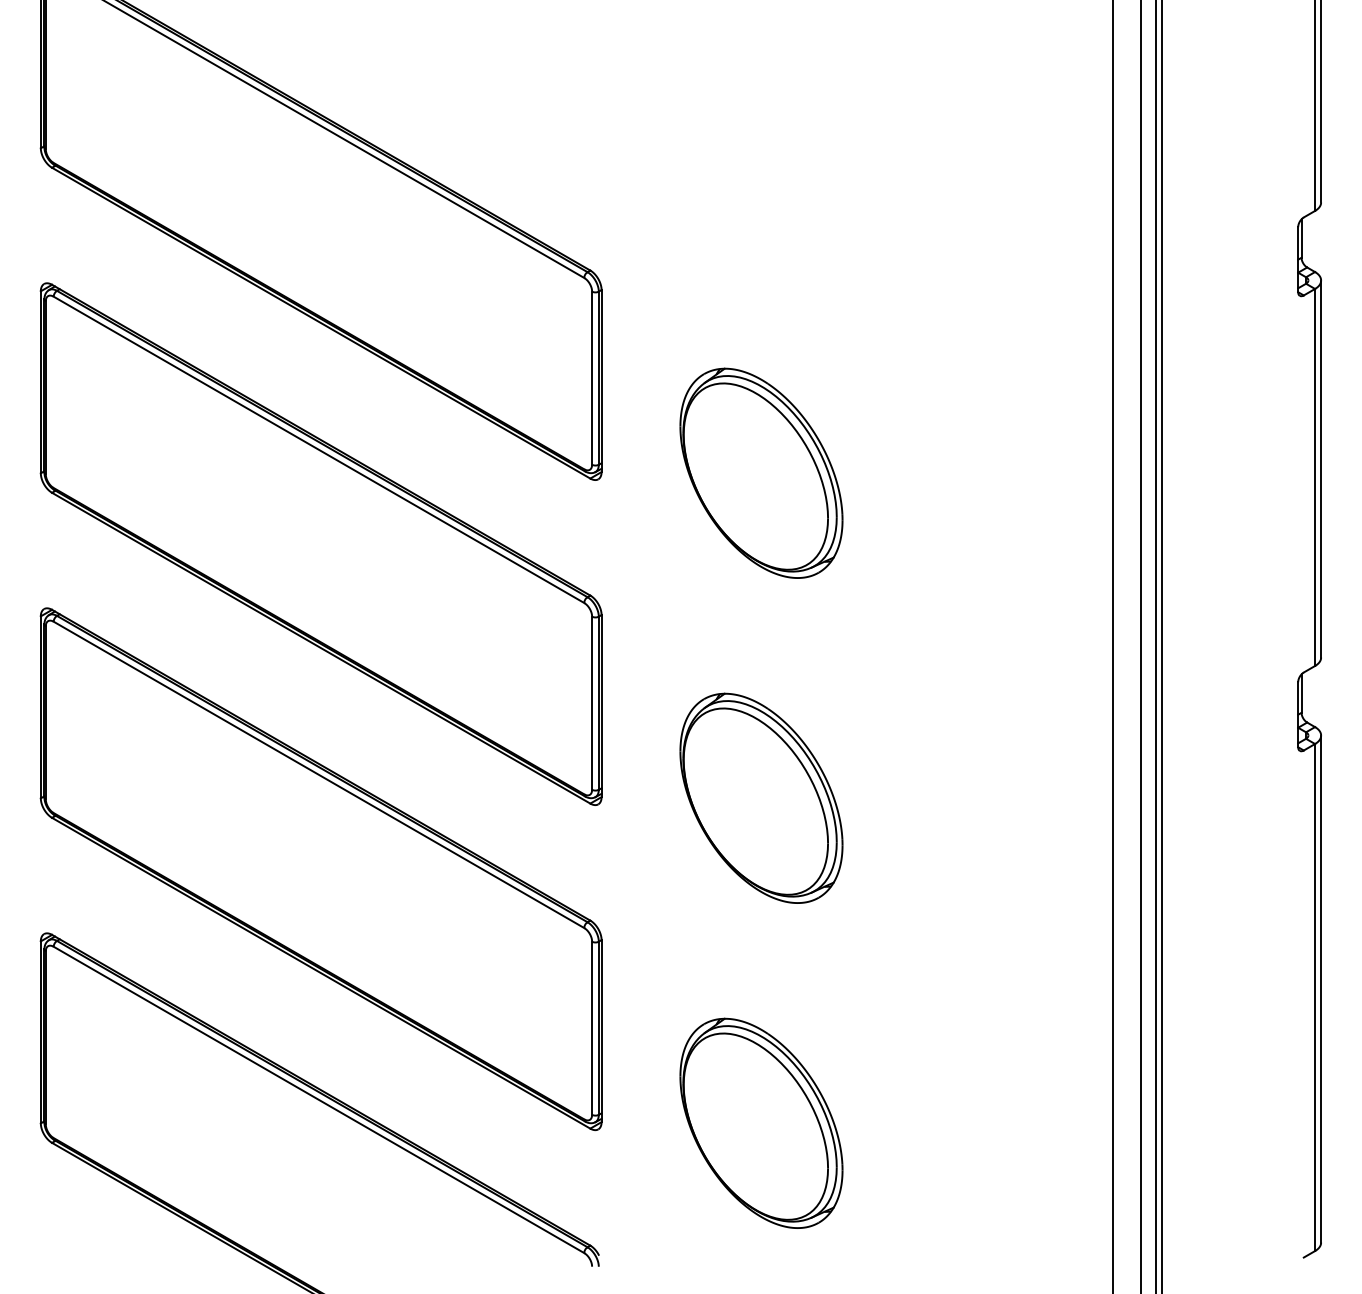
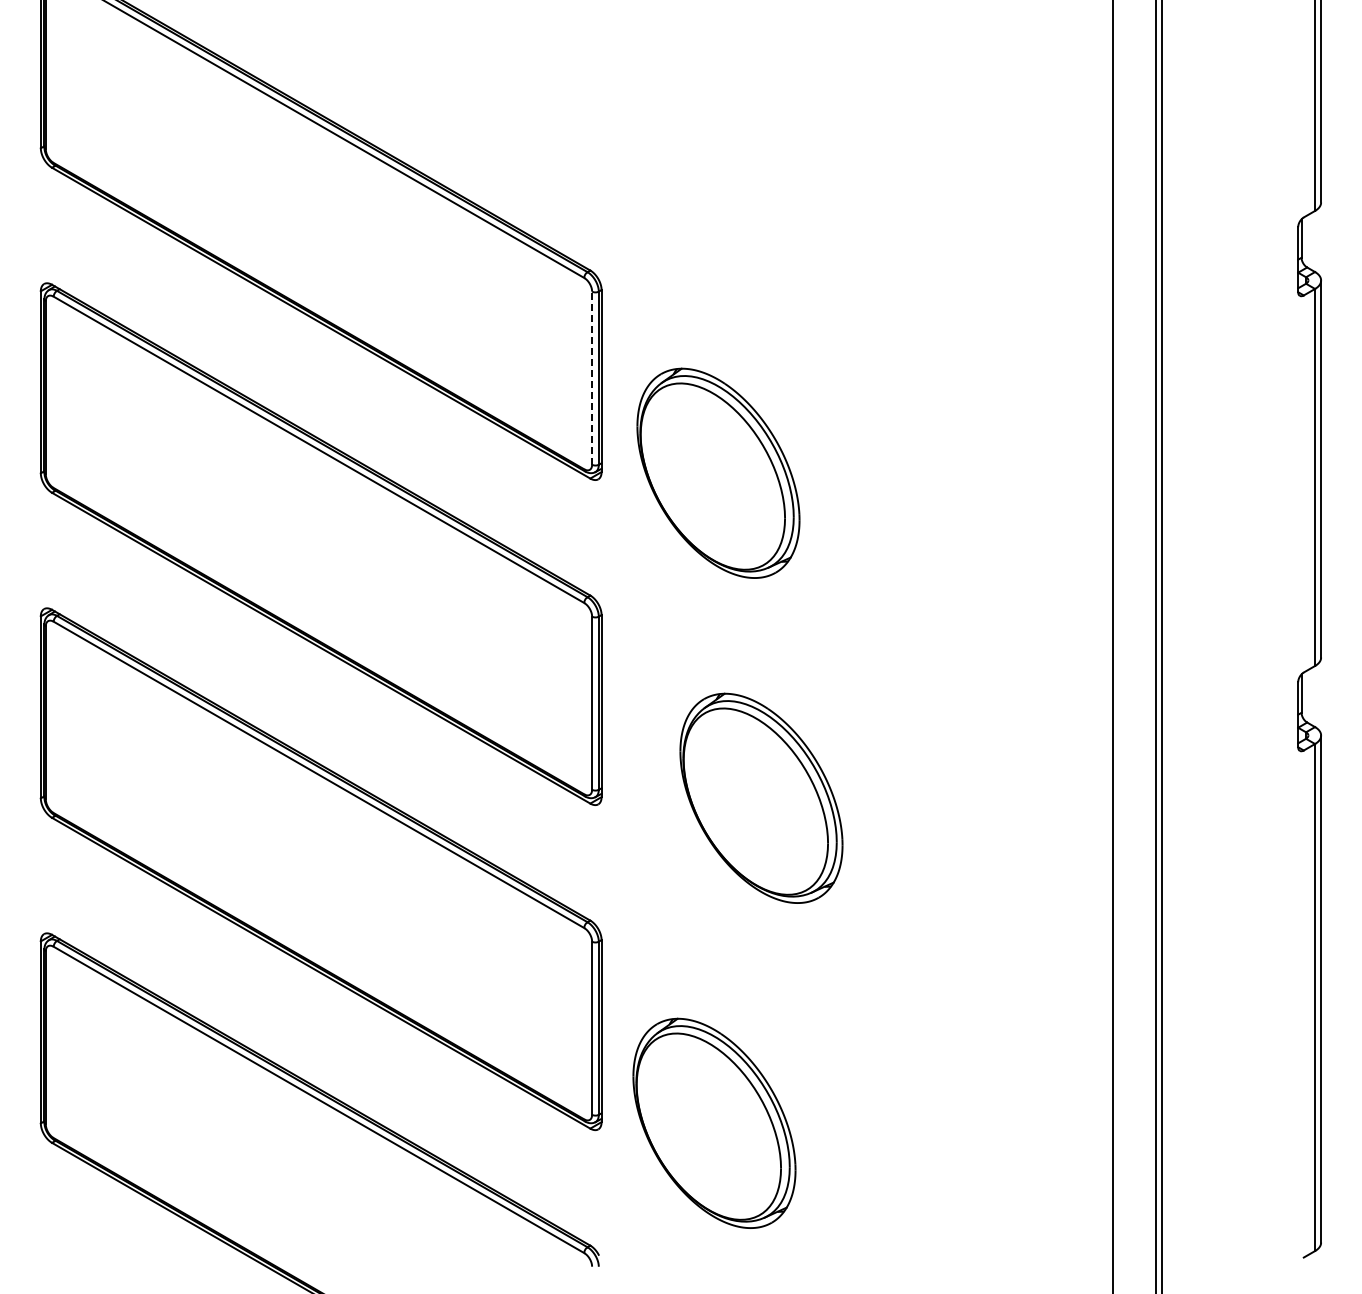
line at (592, 378): solid -> dashed
part at (761, 472) position: (761, 472) -> (718, 472)
line at (1140, 646): present -> none
part at (761, 1122) position: (761, 1122) -> (714, 1122)
